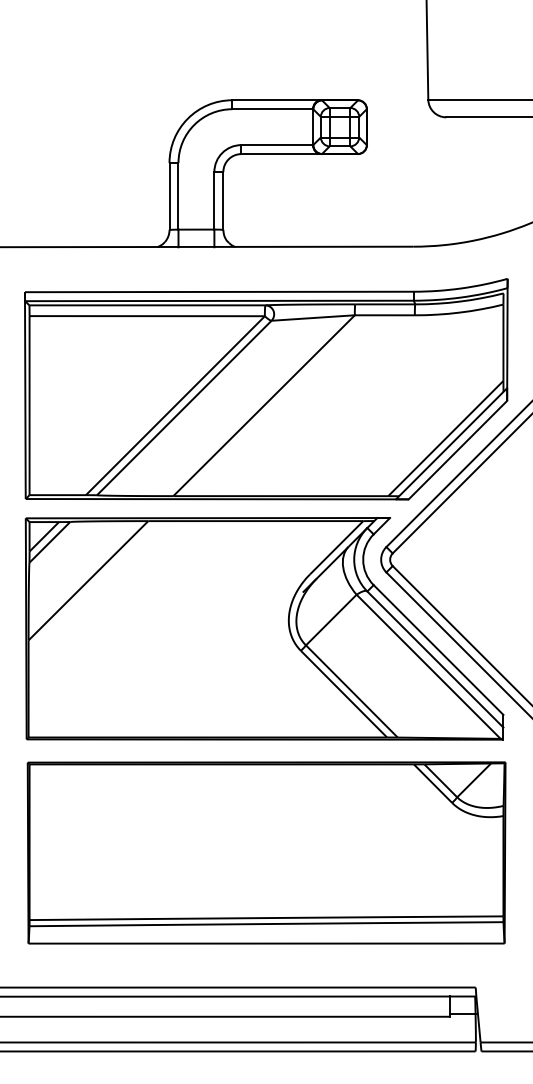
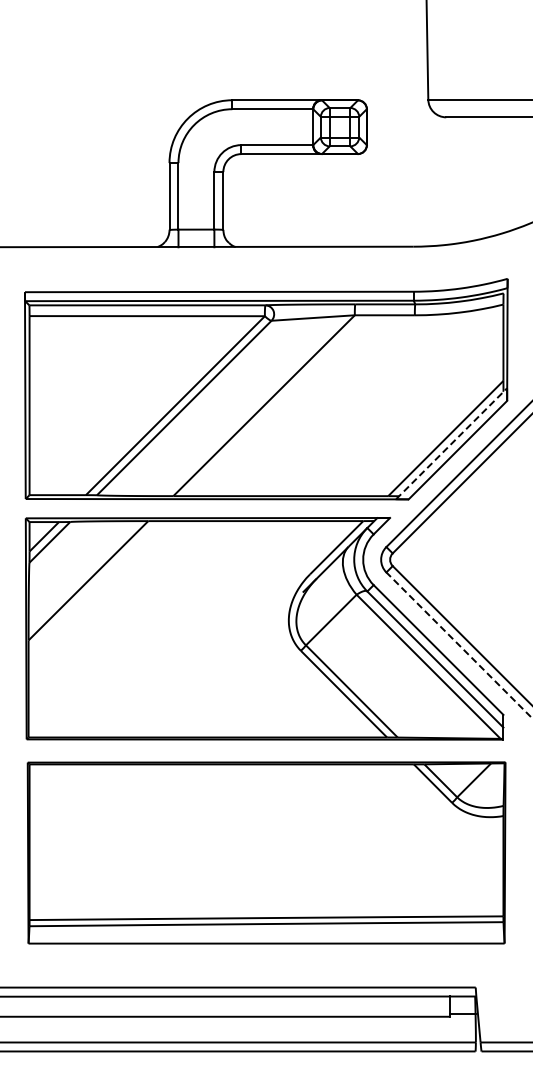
line at (451, 443): solid -> dashed
line at (459, 645): solid -> dashed
